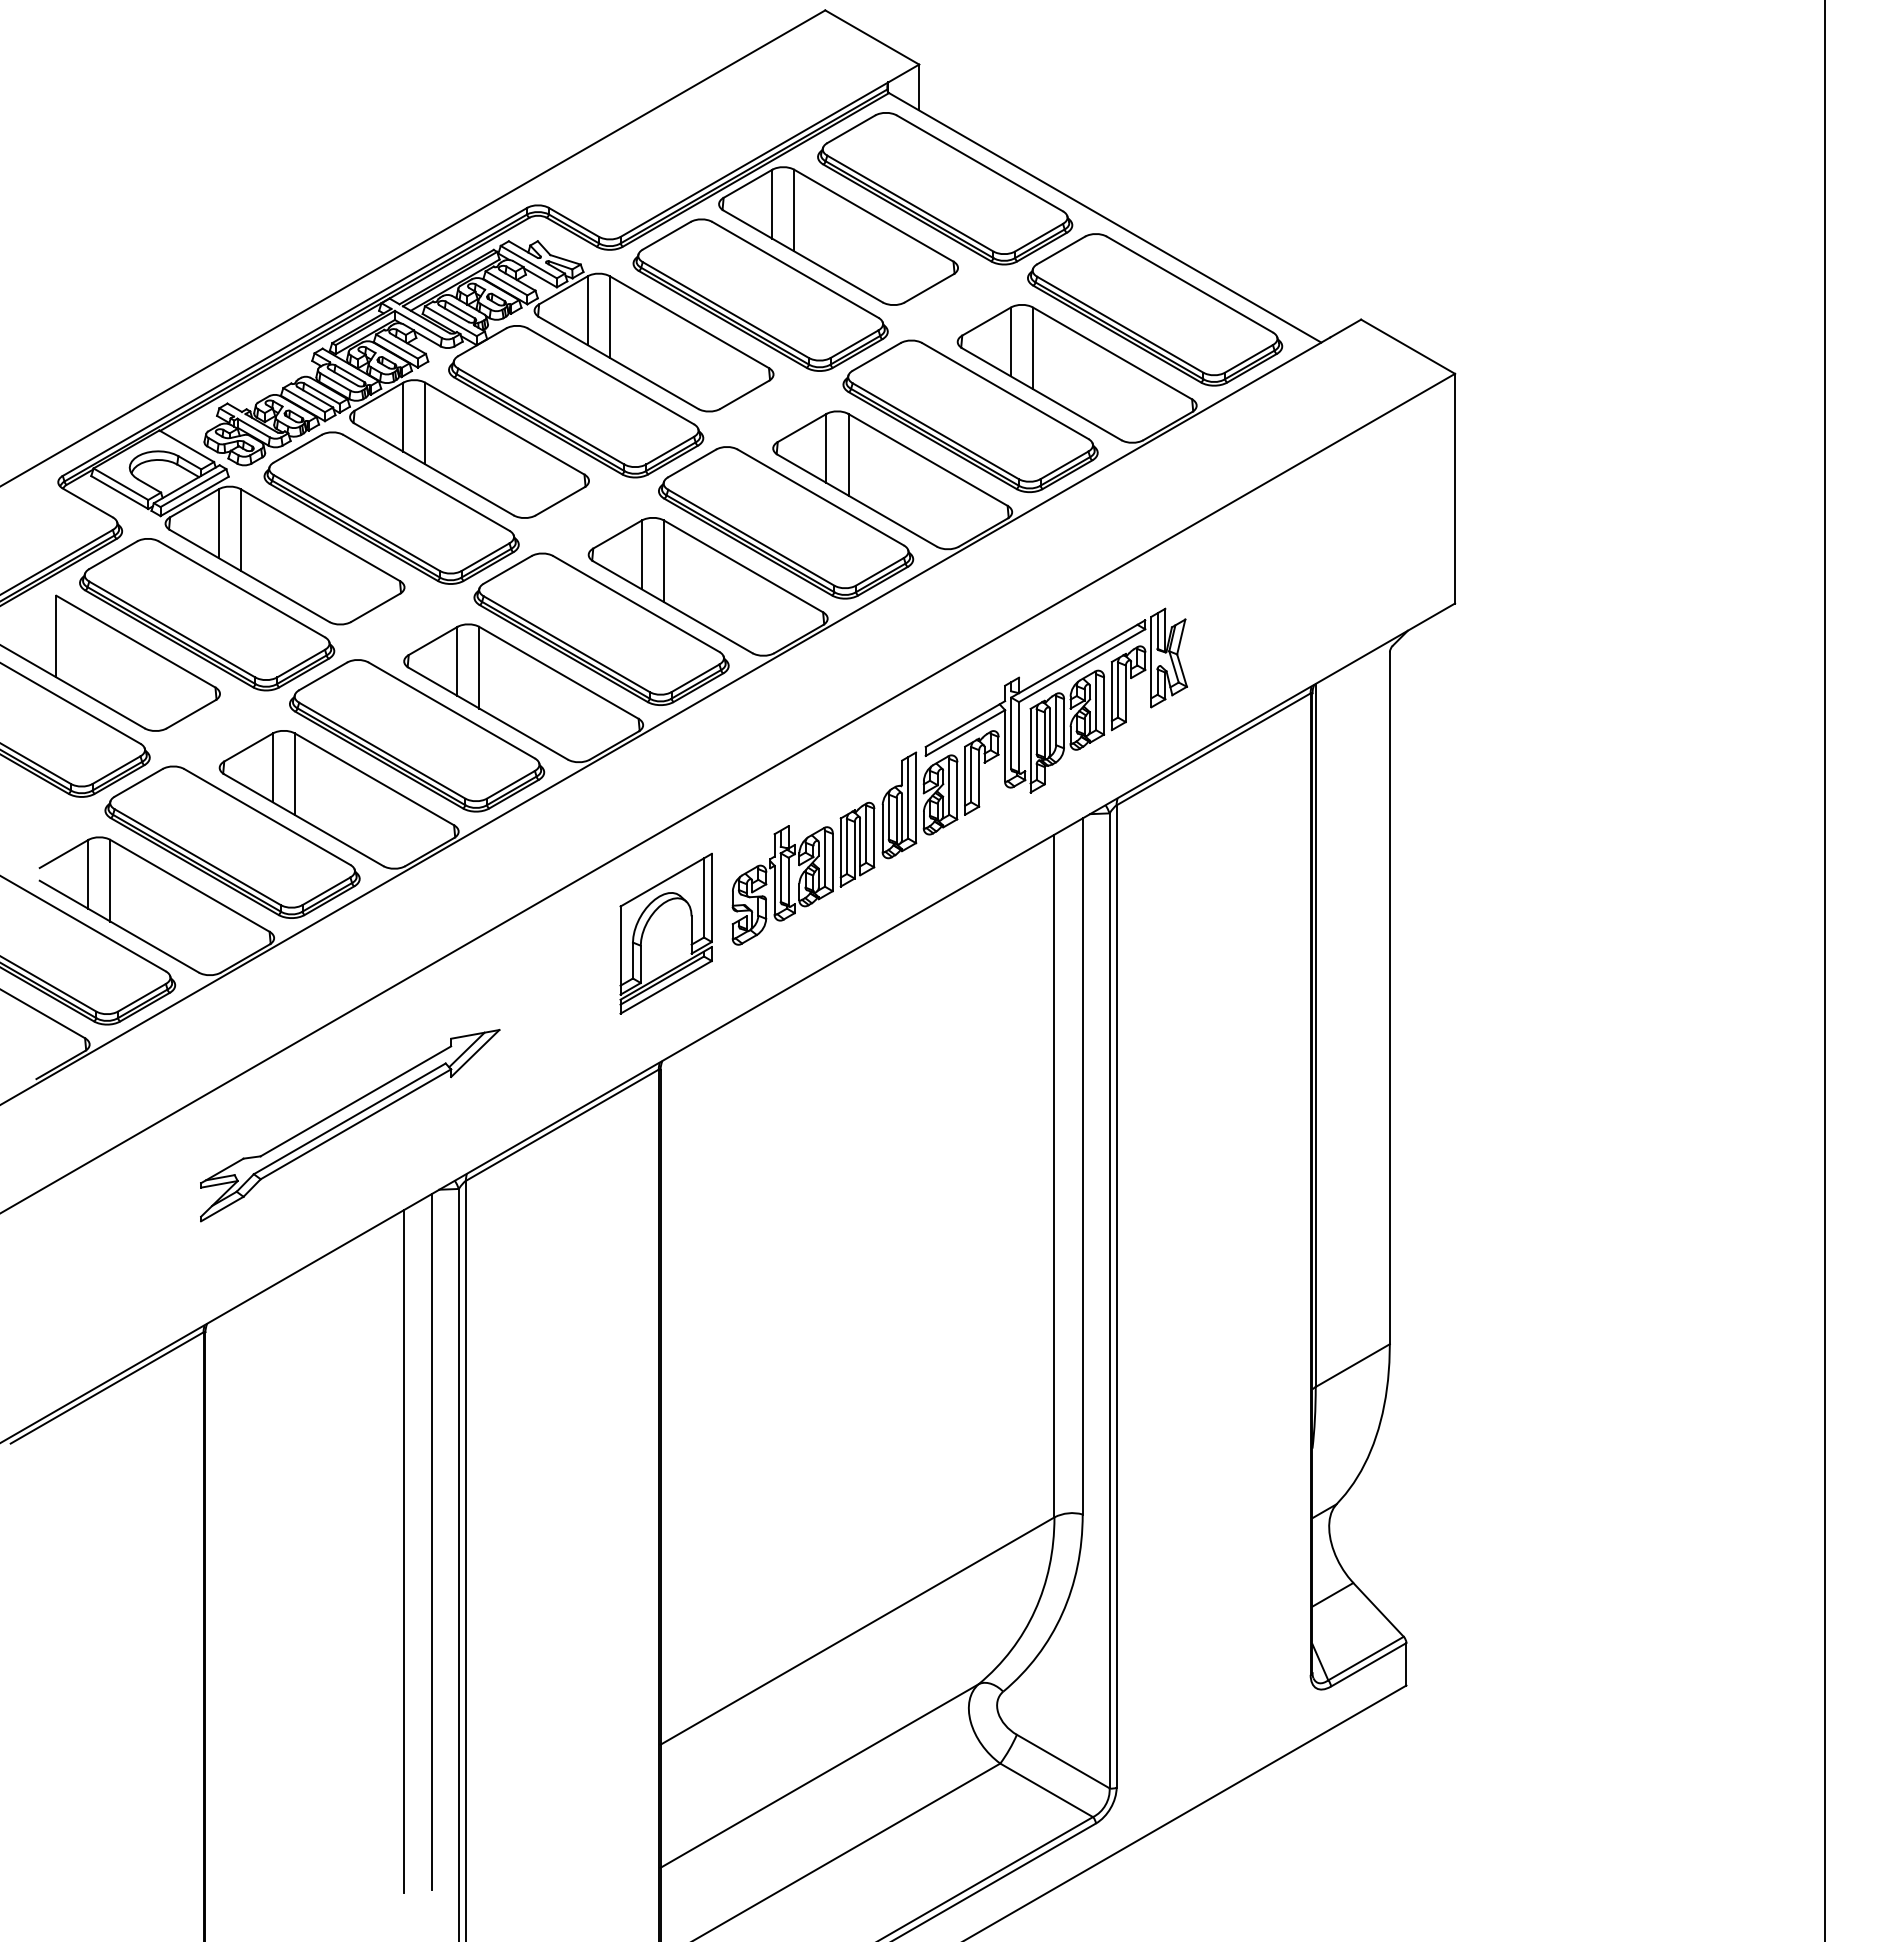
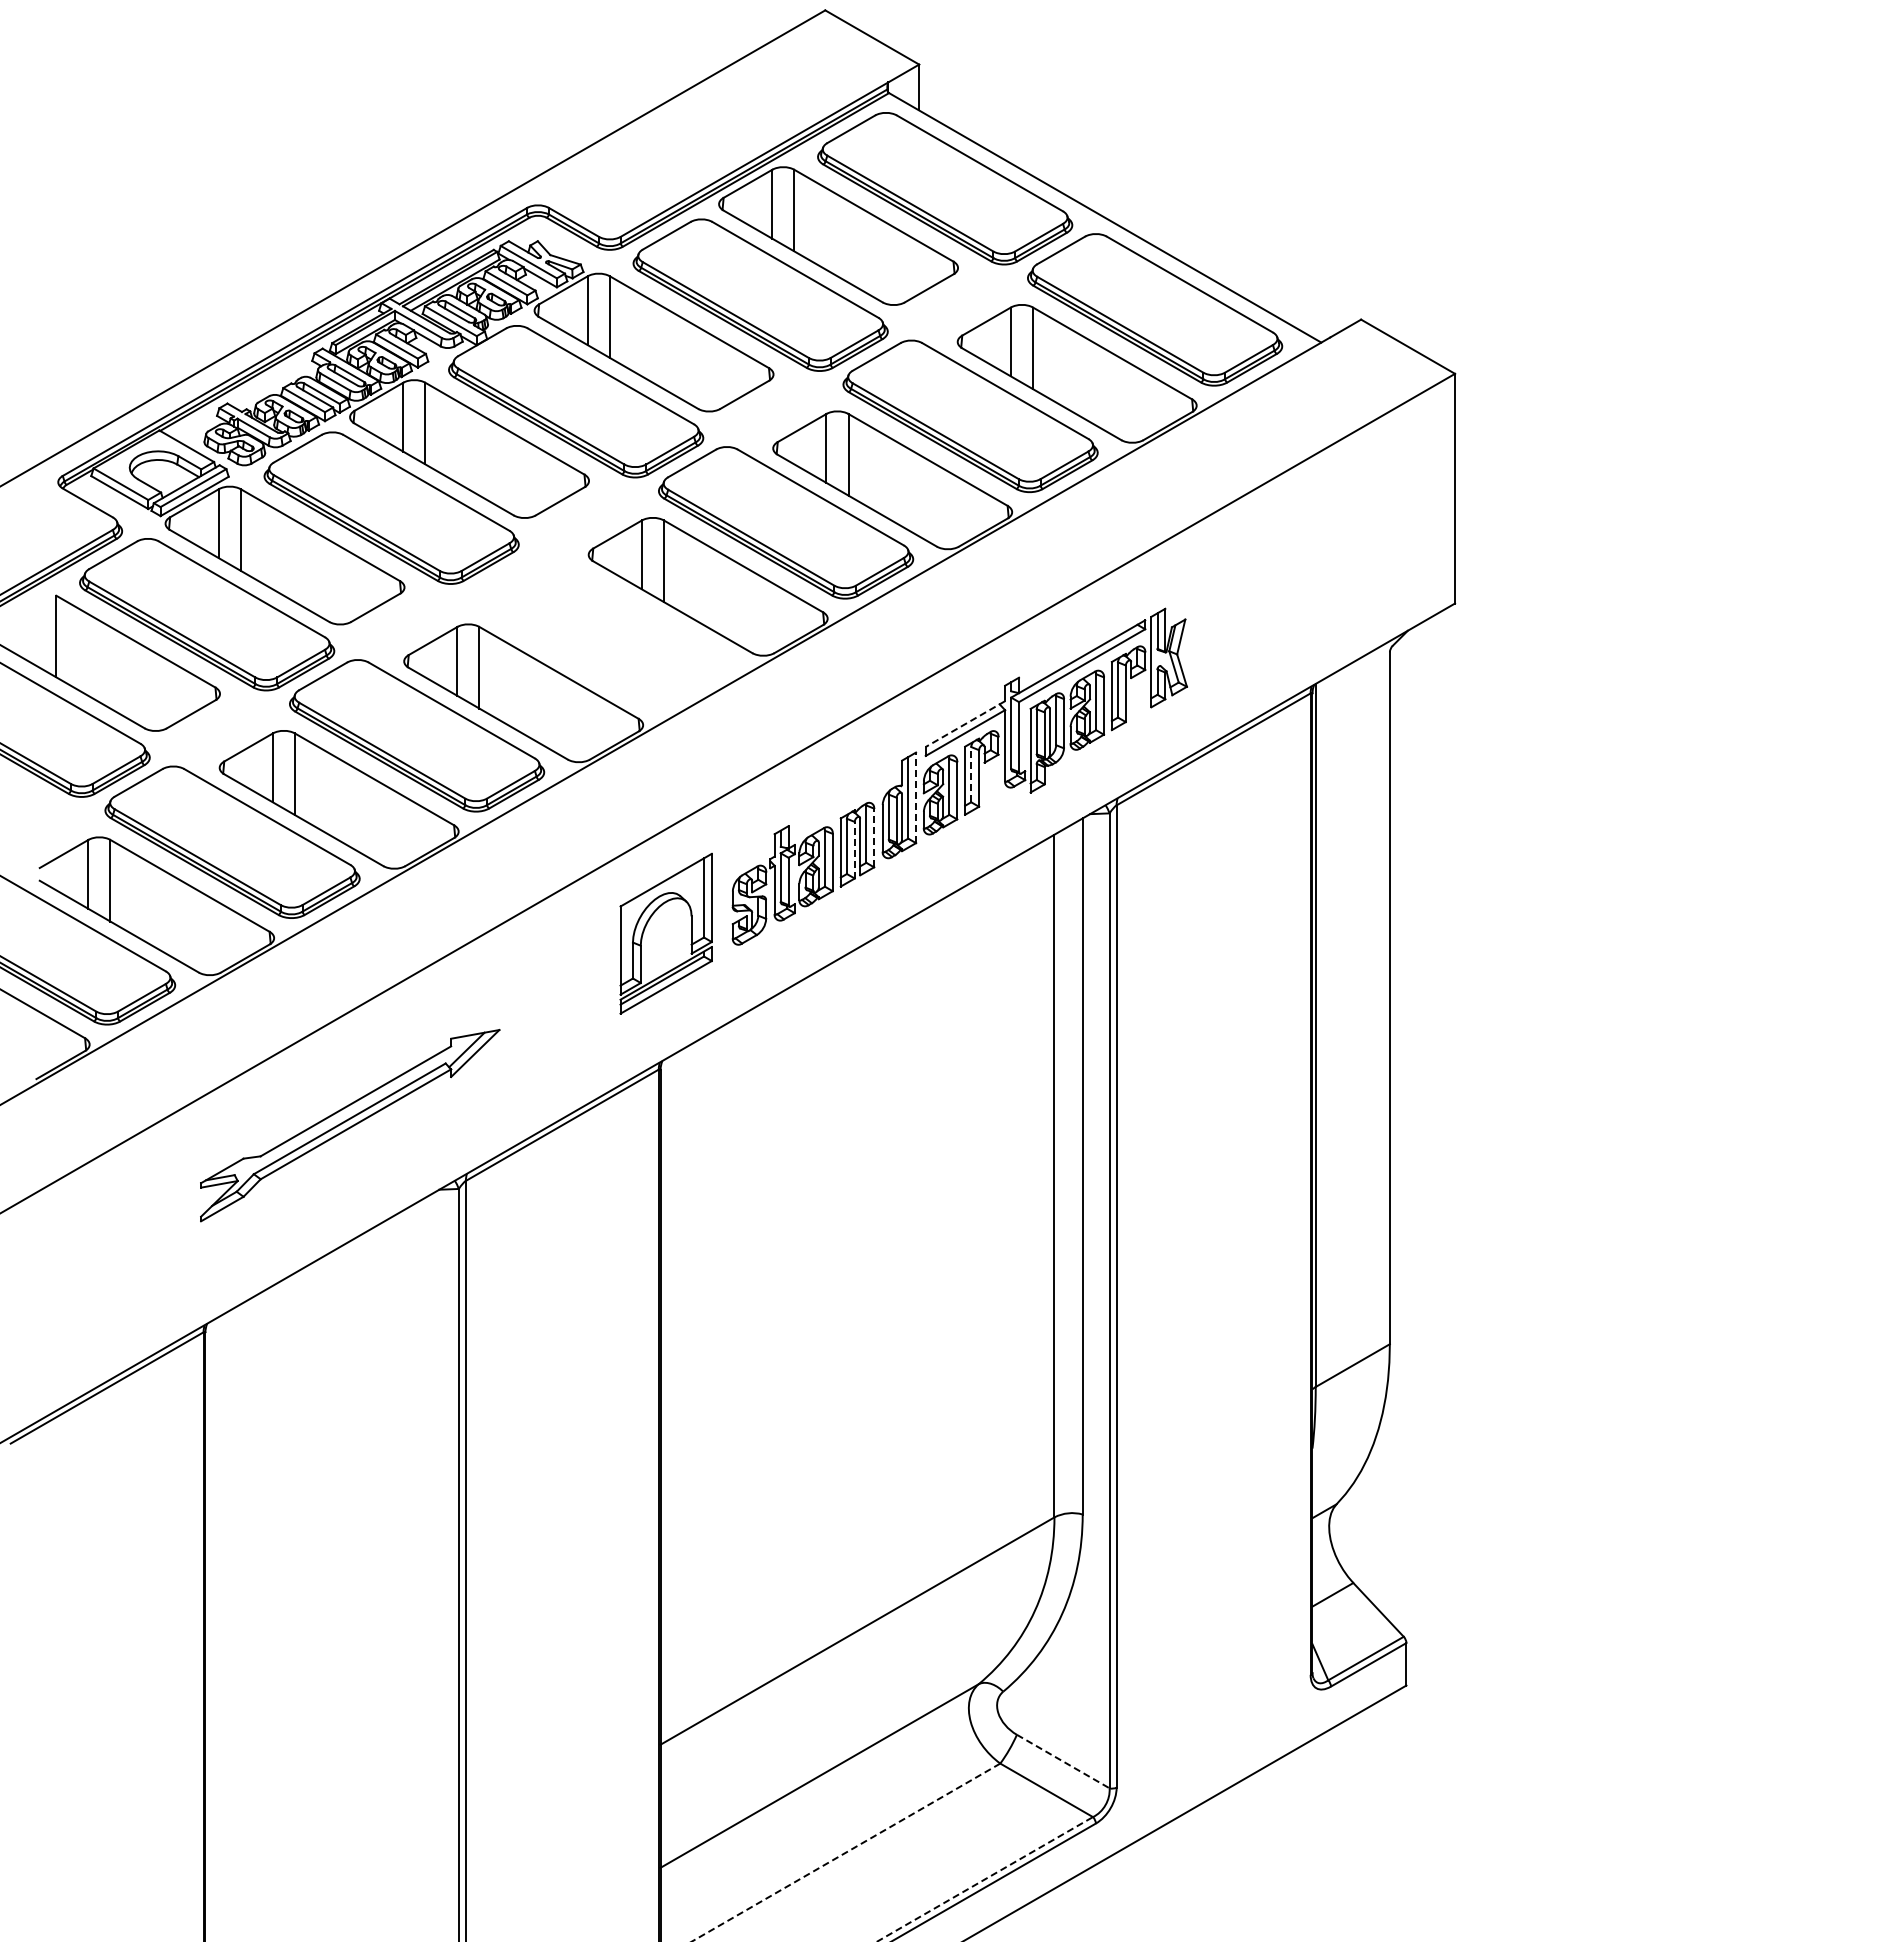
part at (601, 628): present -> none
line at (965, 724): solid -> dashed
line at (971, 774): solid -> dashed
line at (916, 797): solid -> dashed
line at (874, 837): solid -> dashed
line at (854, 849): solid -> dashed
line at (1824, 970): present -> none
line at (431, 1541): present -> none
line at (403, 1551): present -> none
line at (1063, 1761): solid -> dashed
line at (845, 1852): solid -> dashed
line at (984, 1879): solid -> dashed
